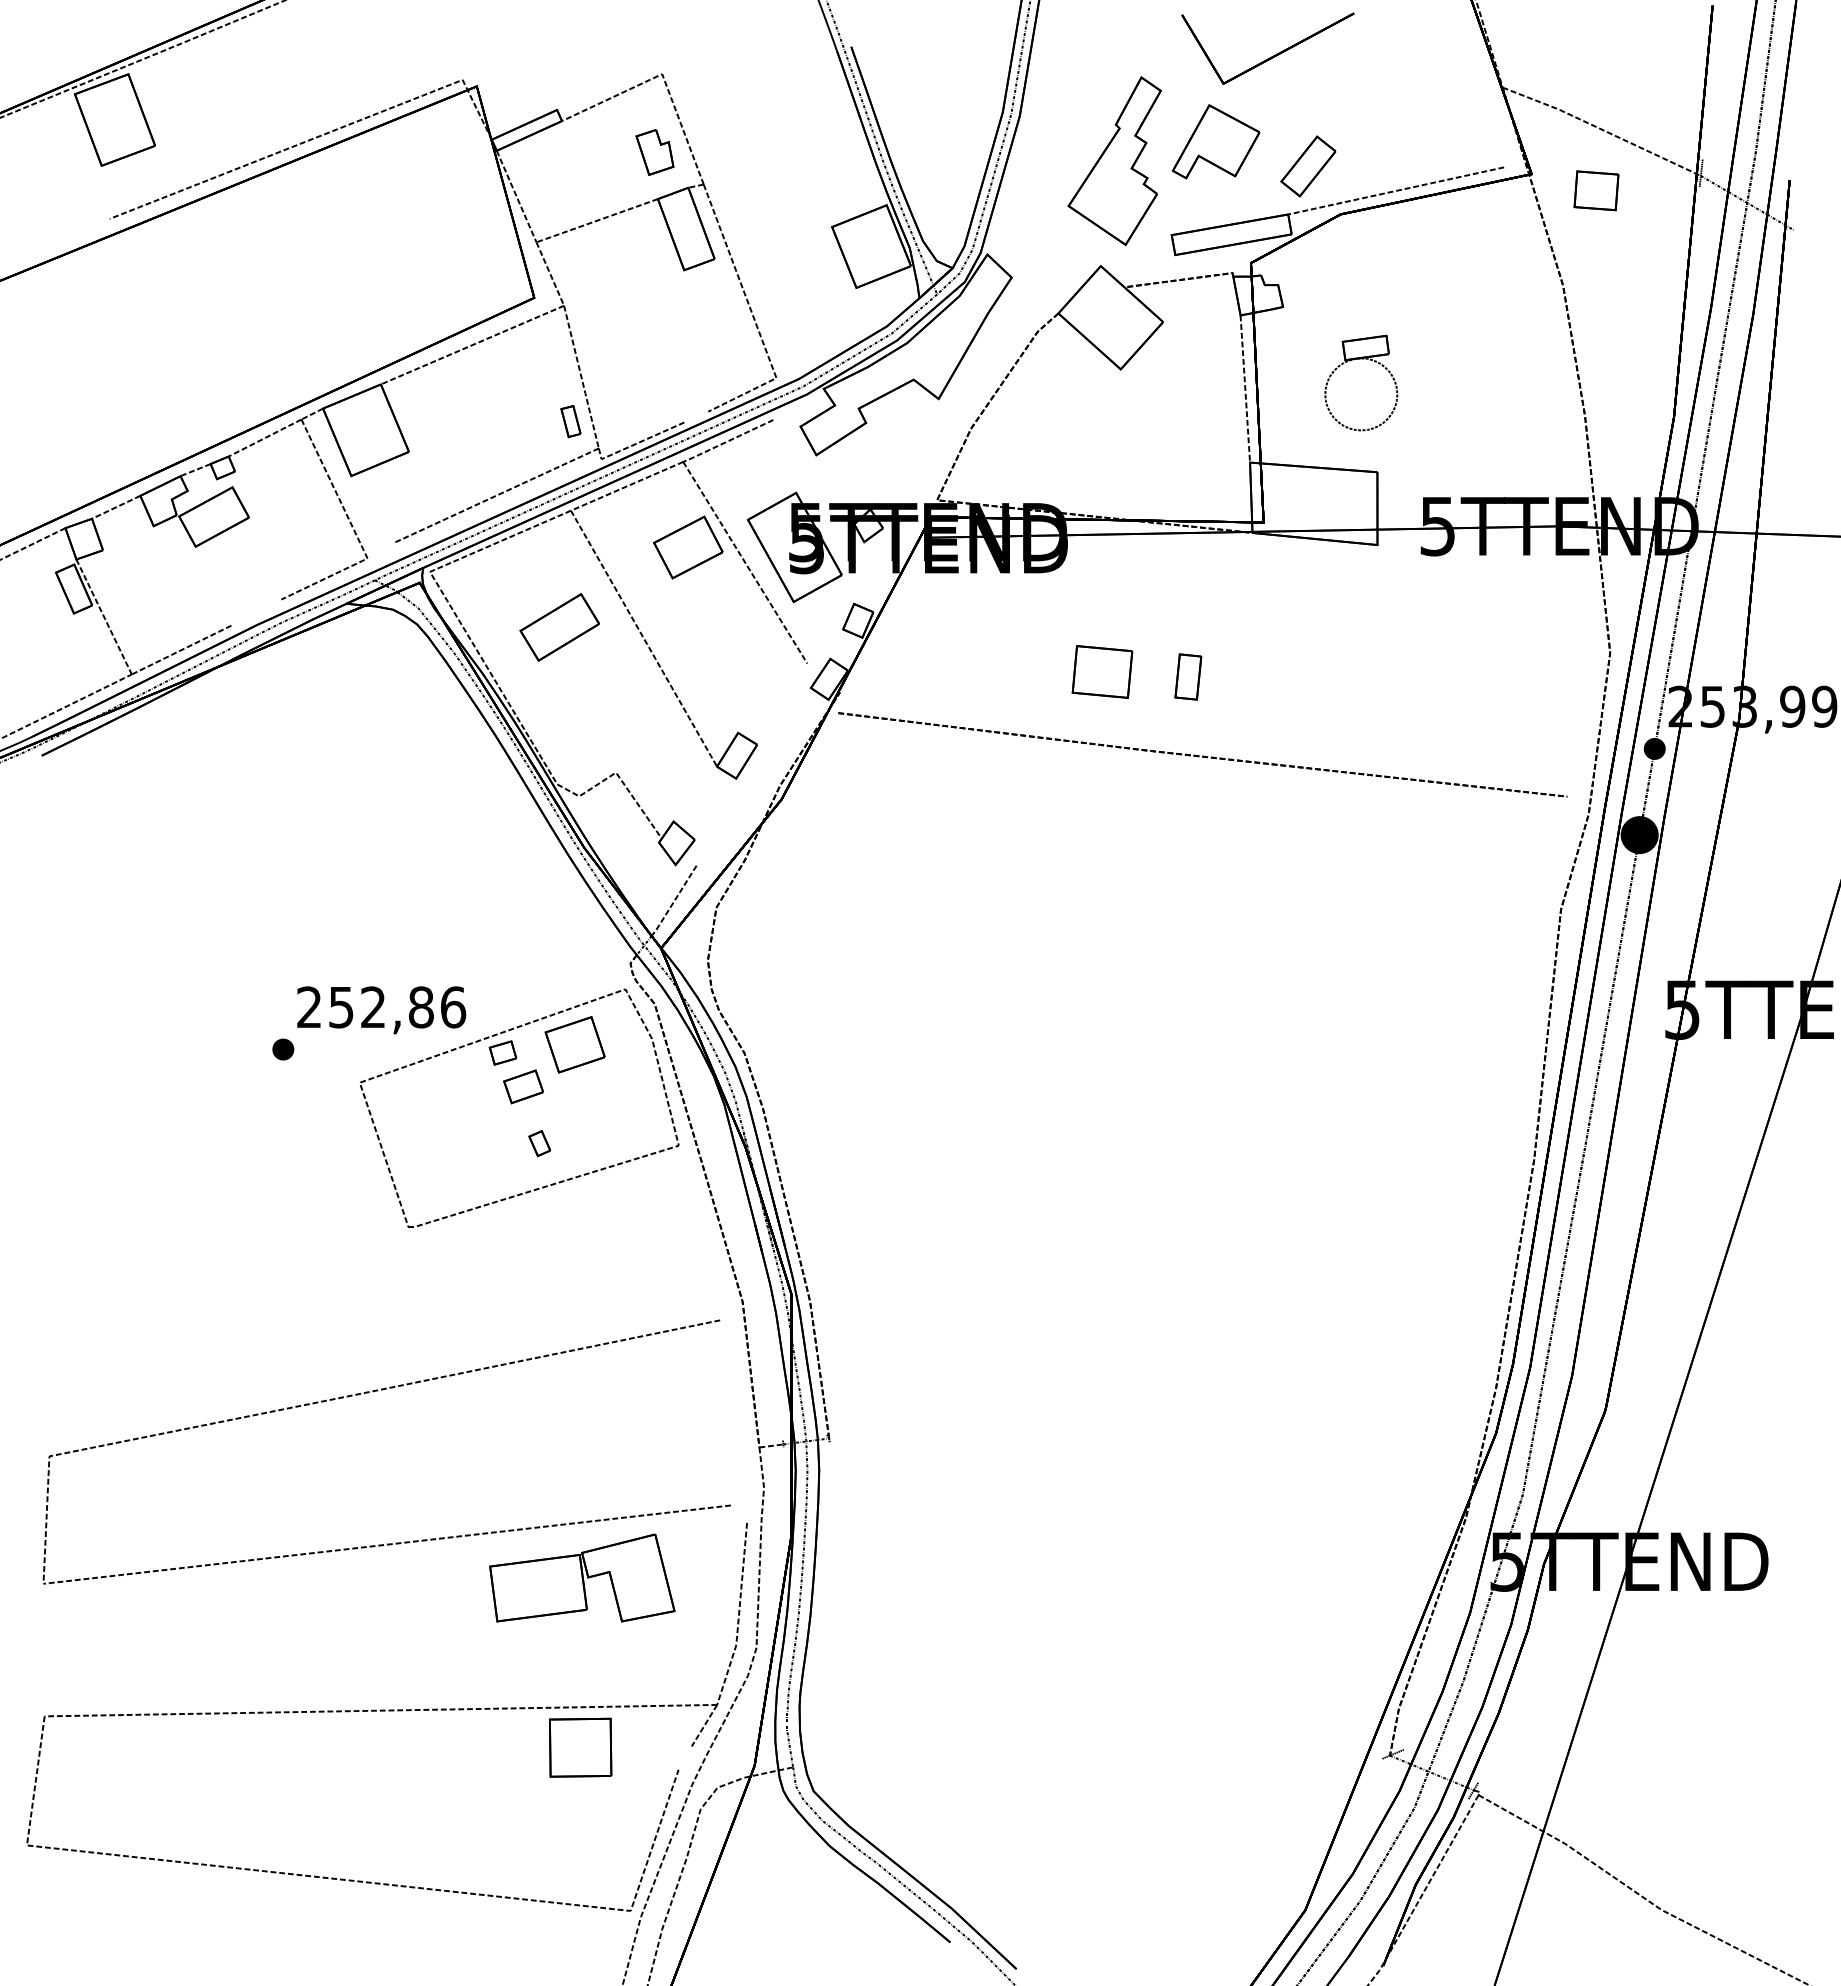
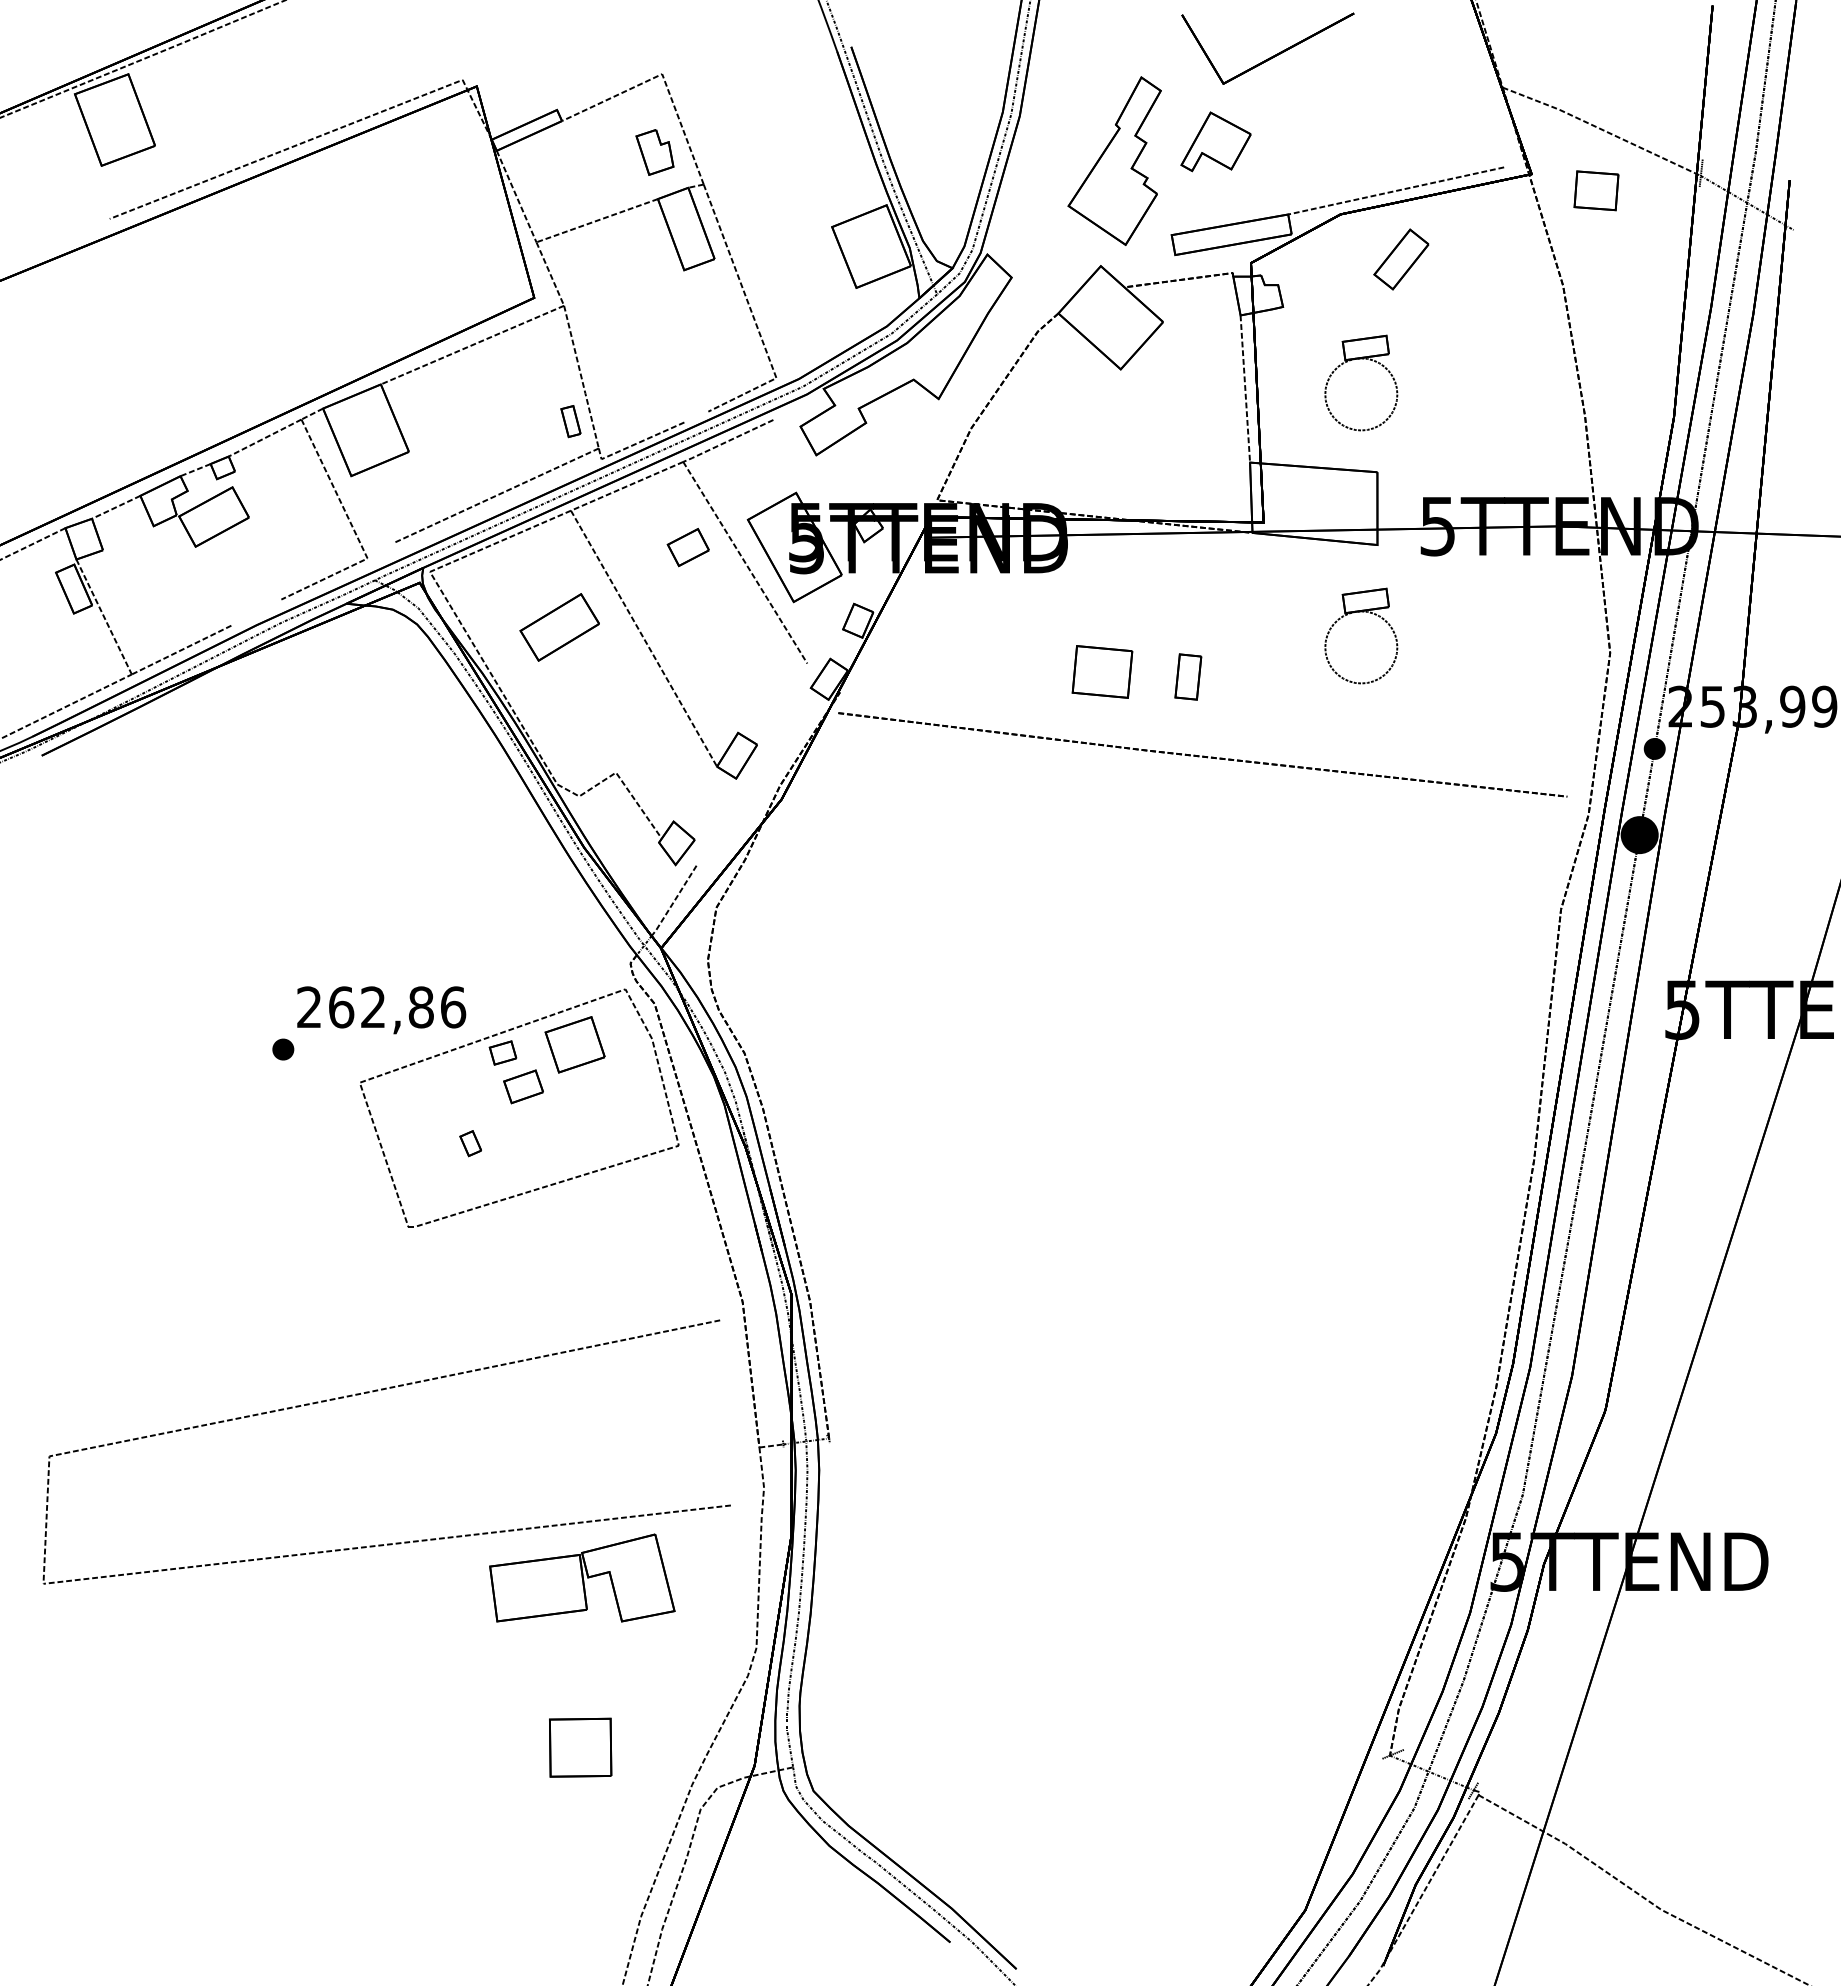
part at (1215, 141) size: 90x76 px -> 72x62 px
part at (1308, 166) position: (1308, 166) -> (1401, 259)
part at (688, 547) size: 71x65 px -> 44x40 px
part at (1361, 612): none -> present
text at (341, 1007): 252,86 -> 262,86
part at (539, 1143) position: (539, 1143) -> (470, 1143)
part at (385, 1711): present -> none
